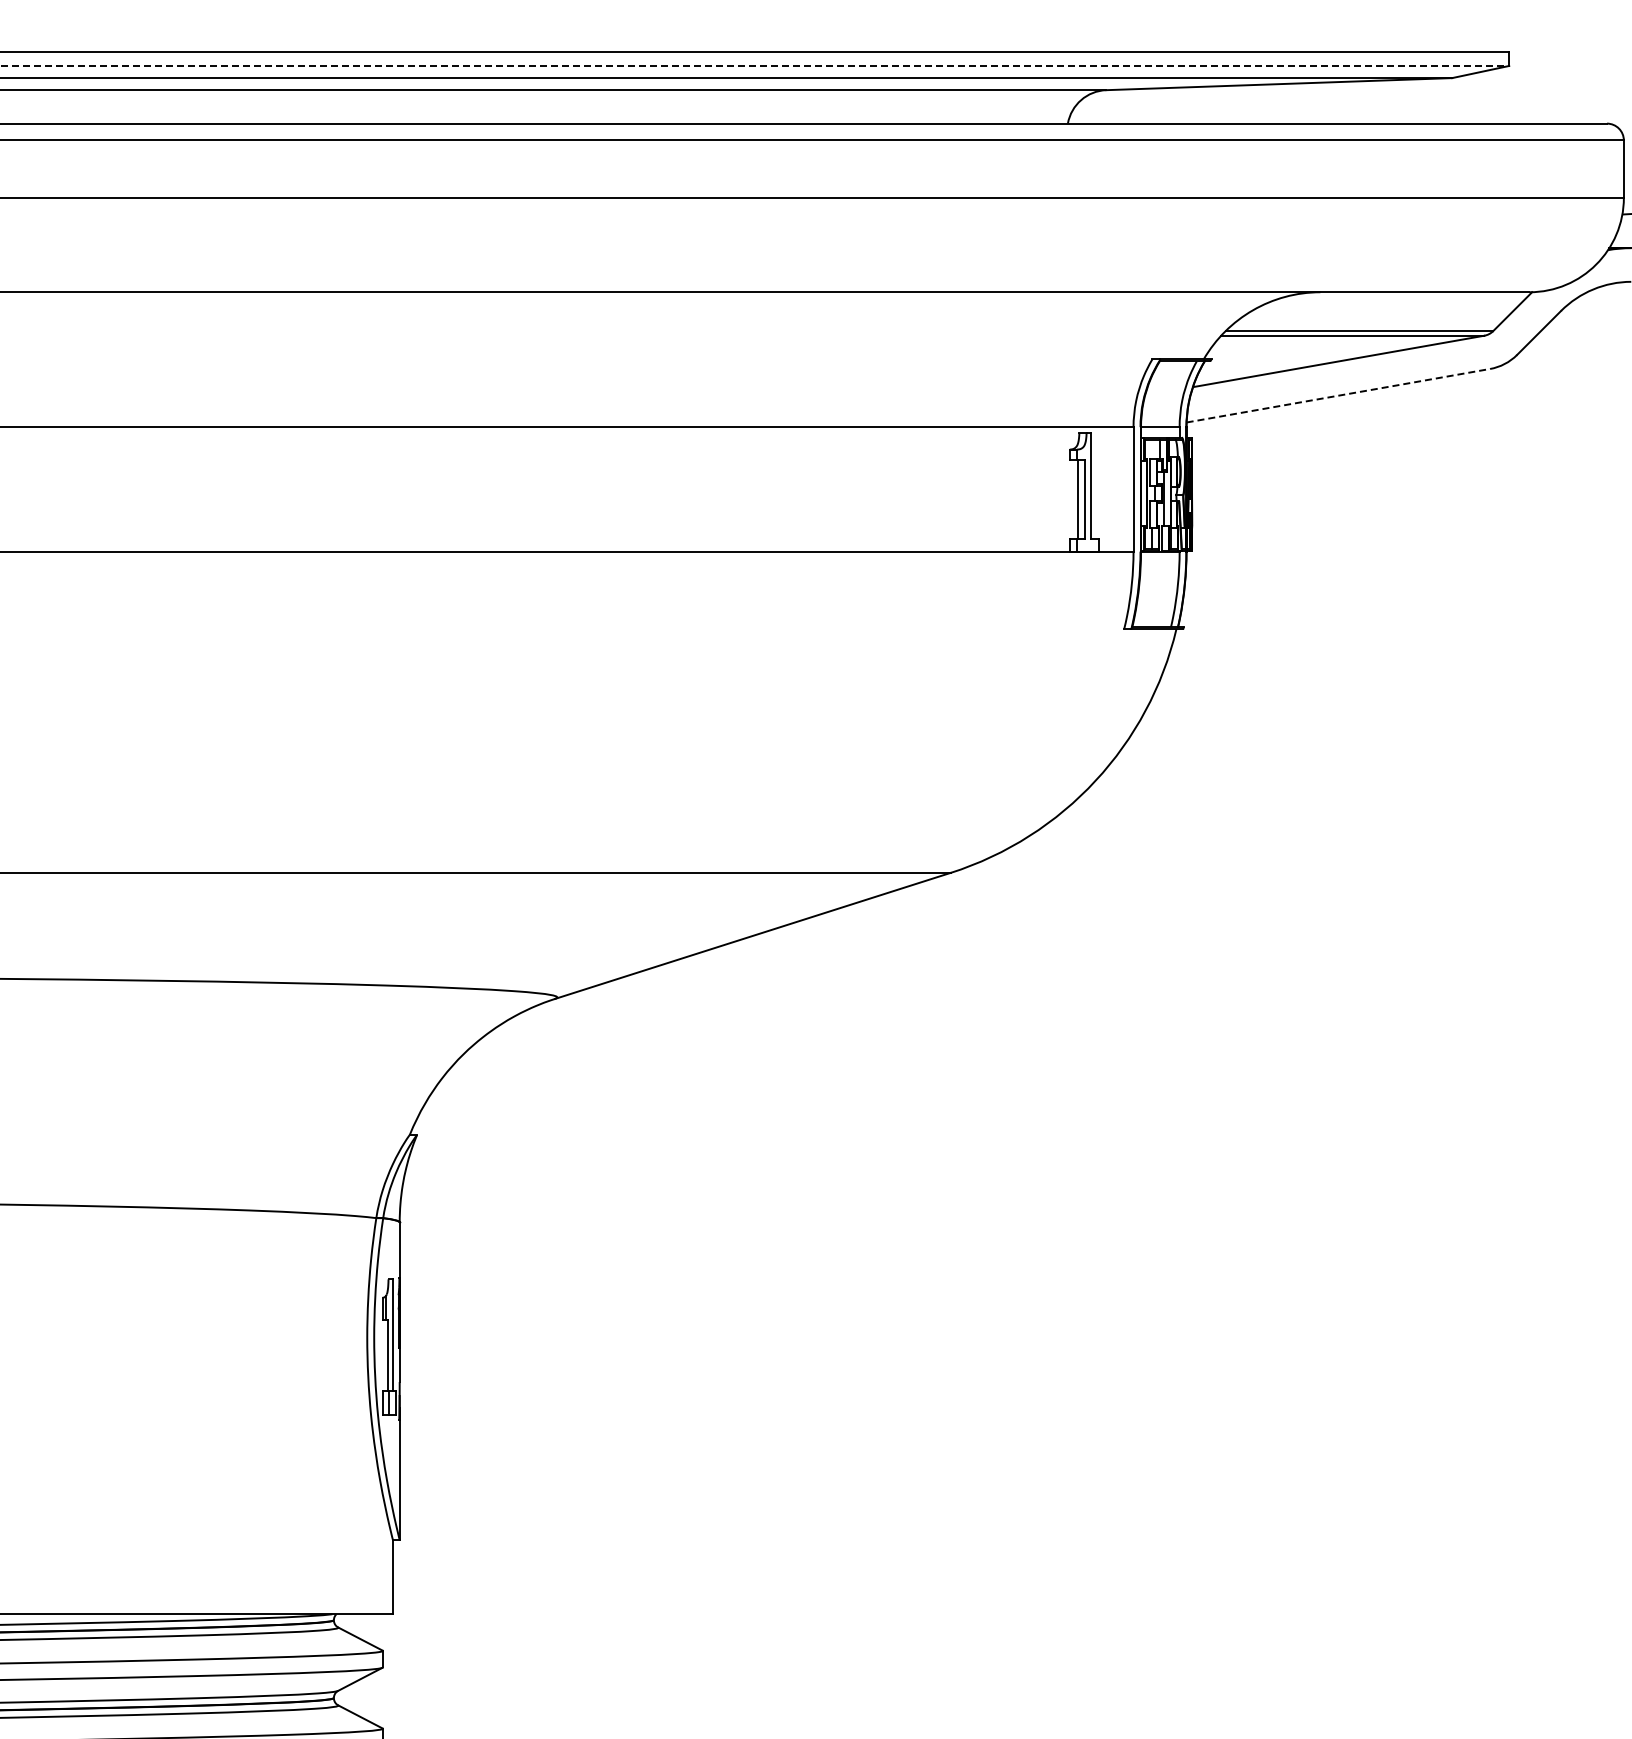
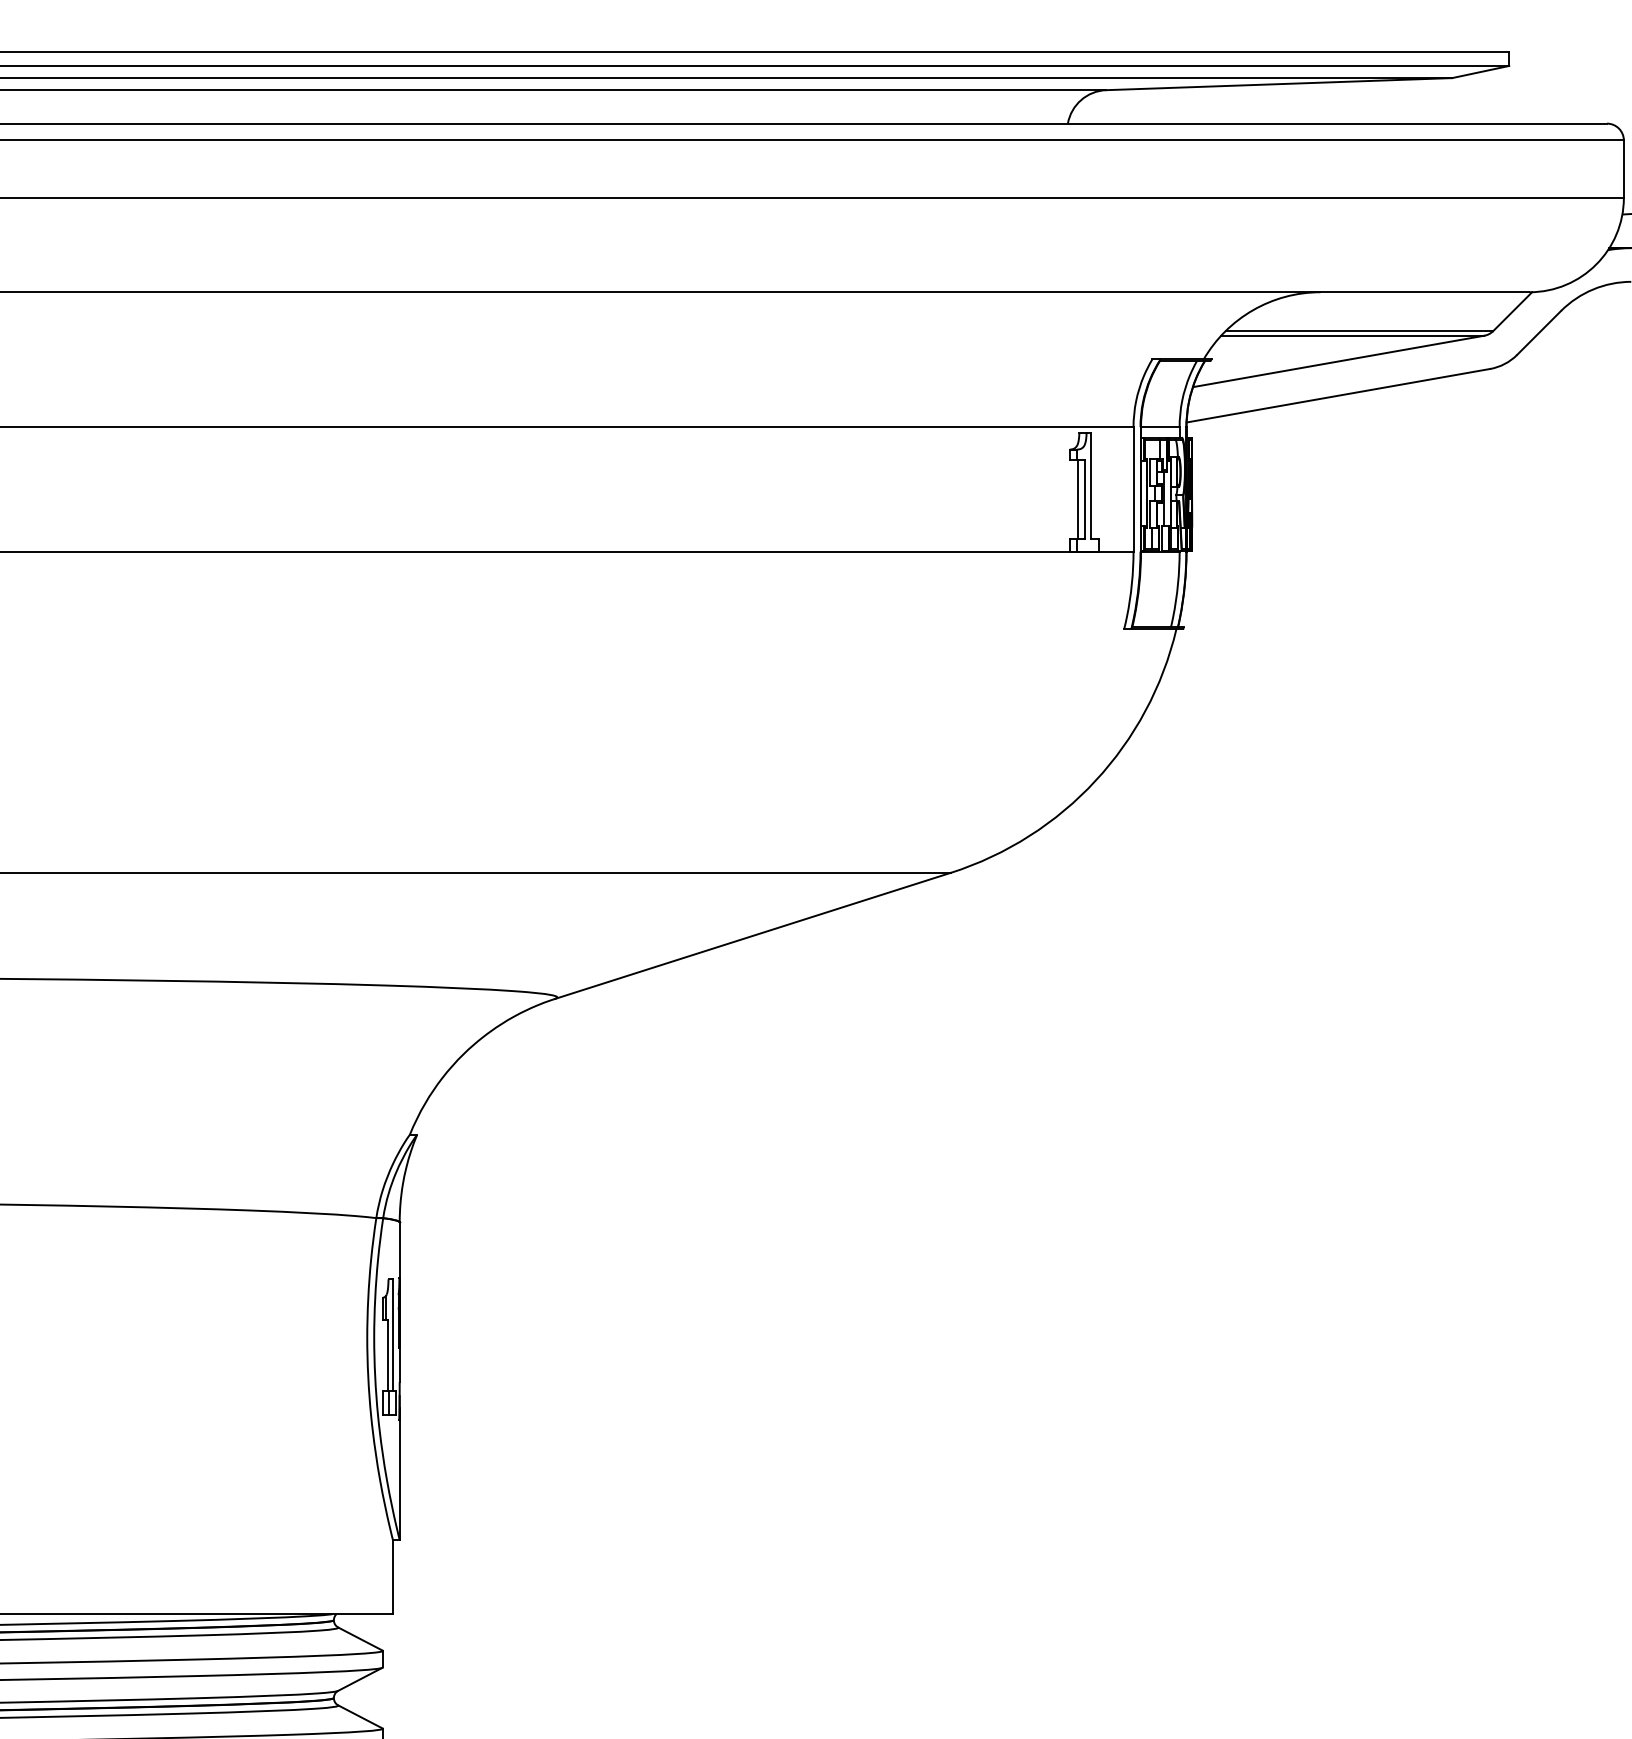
line at (755, 65): dashed -> solid
line at (1338, 395): dashed -> solid
